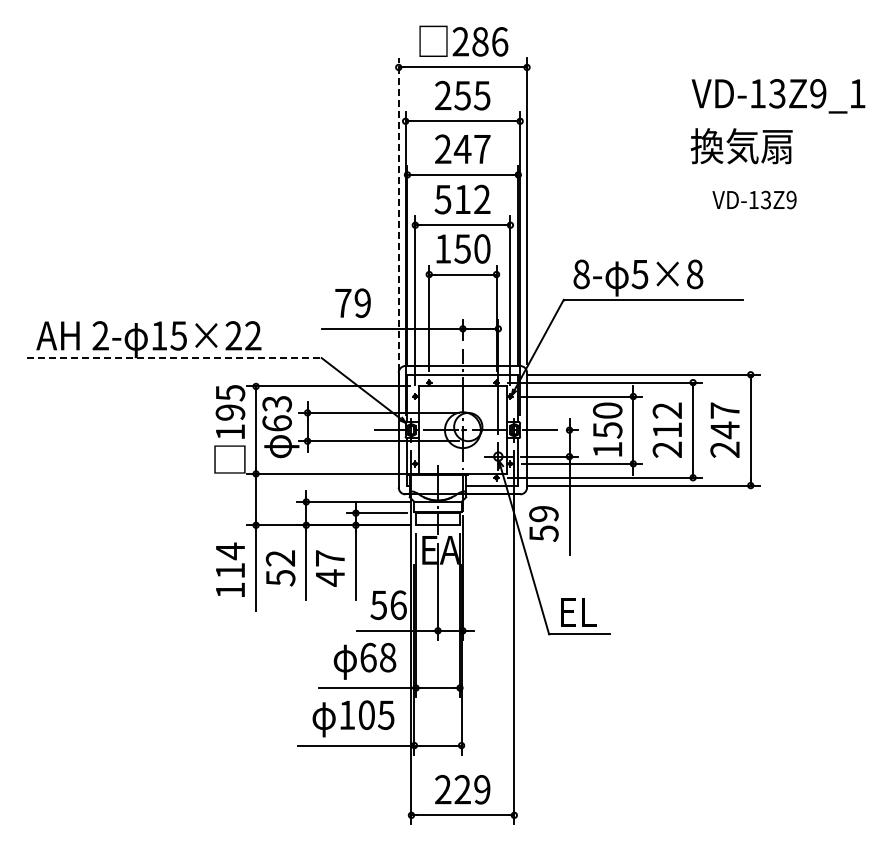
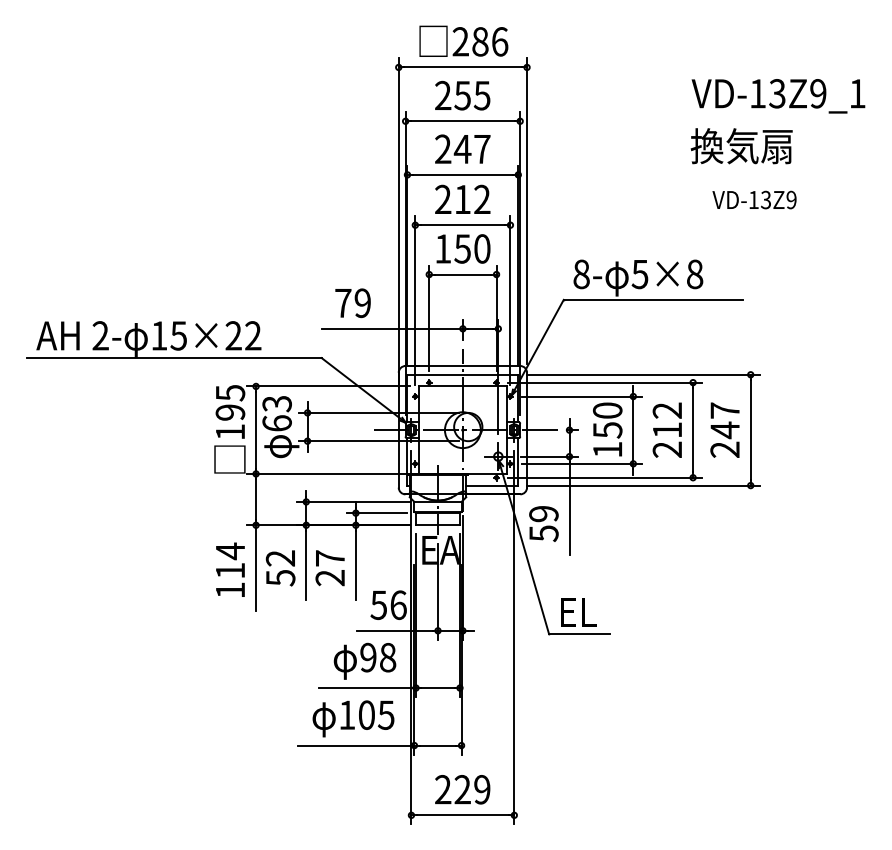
text at (442, 199): 512 -> 212
line at (398, 214): dashed -> solid
line at (174, 358): dashed -> solid
text at (329, 577): 47 -> 27
text at (368, 657): 68 -> 98
